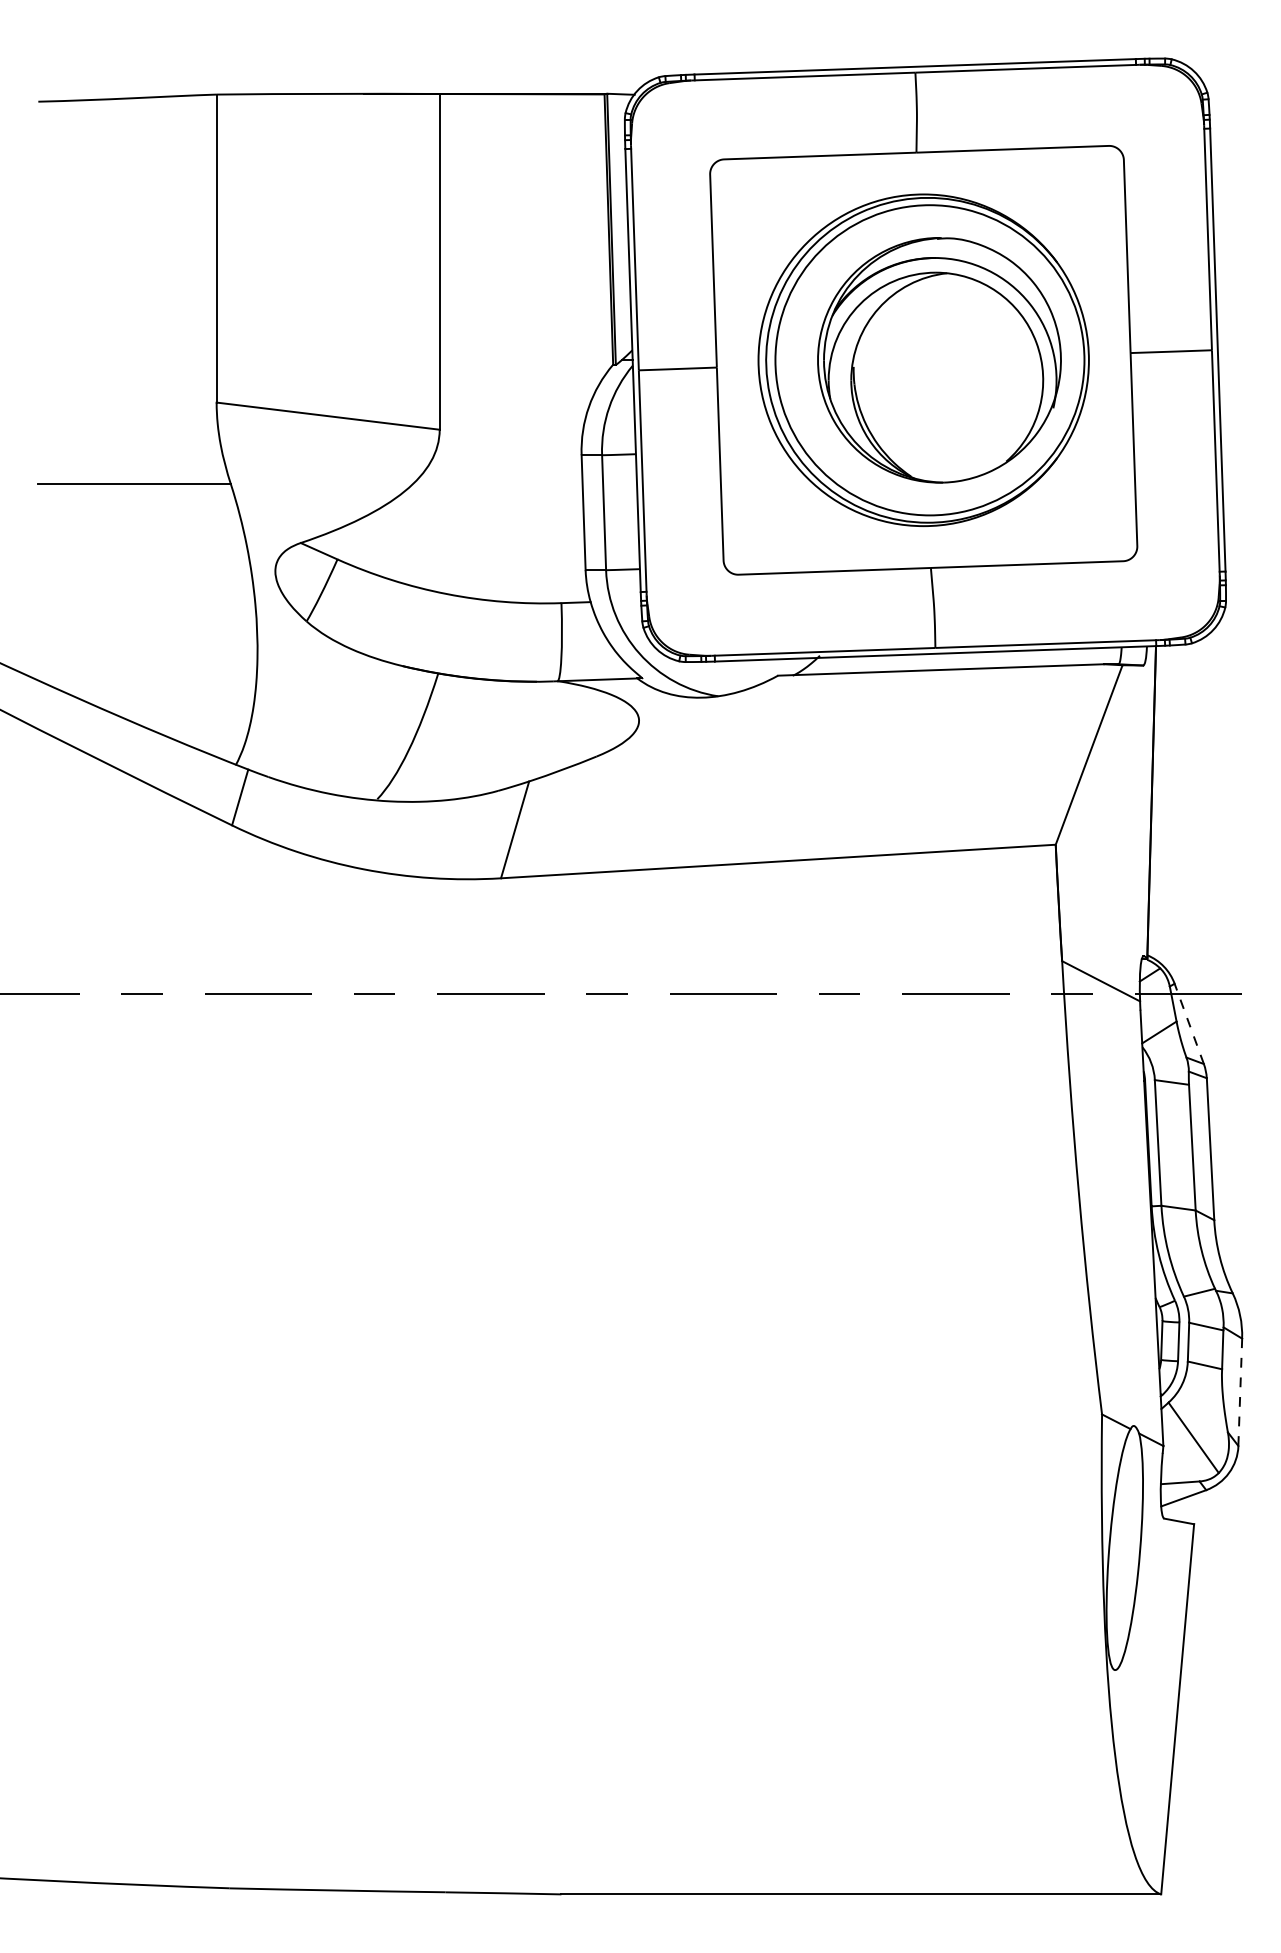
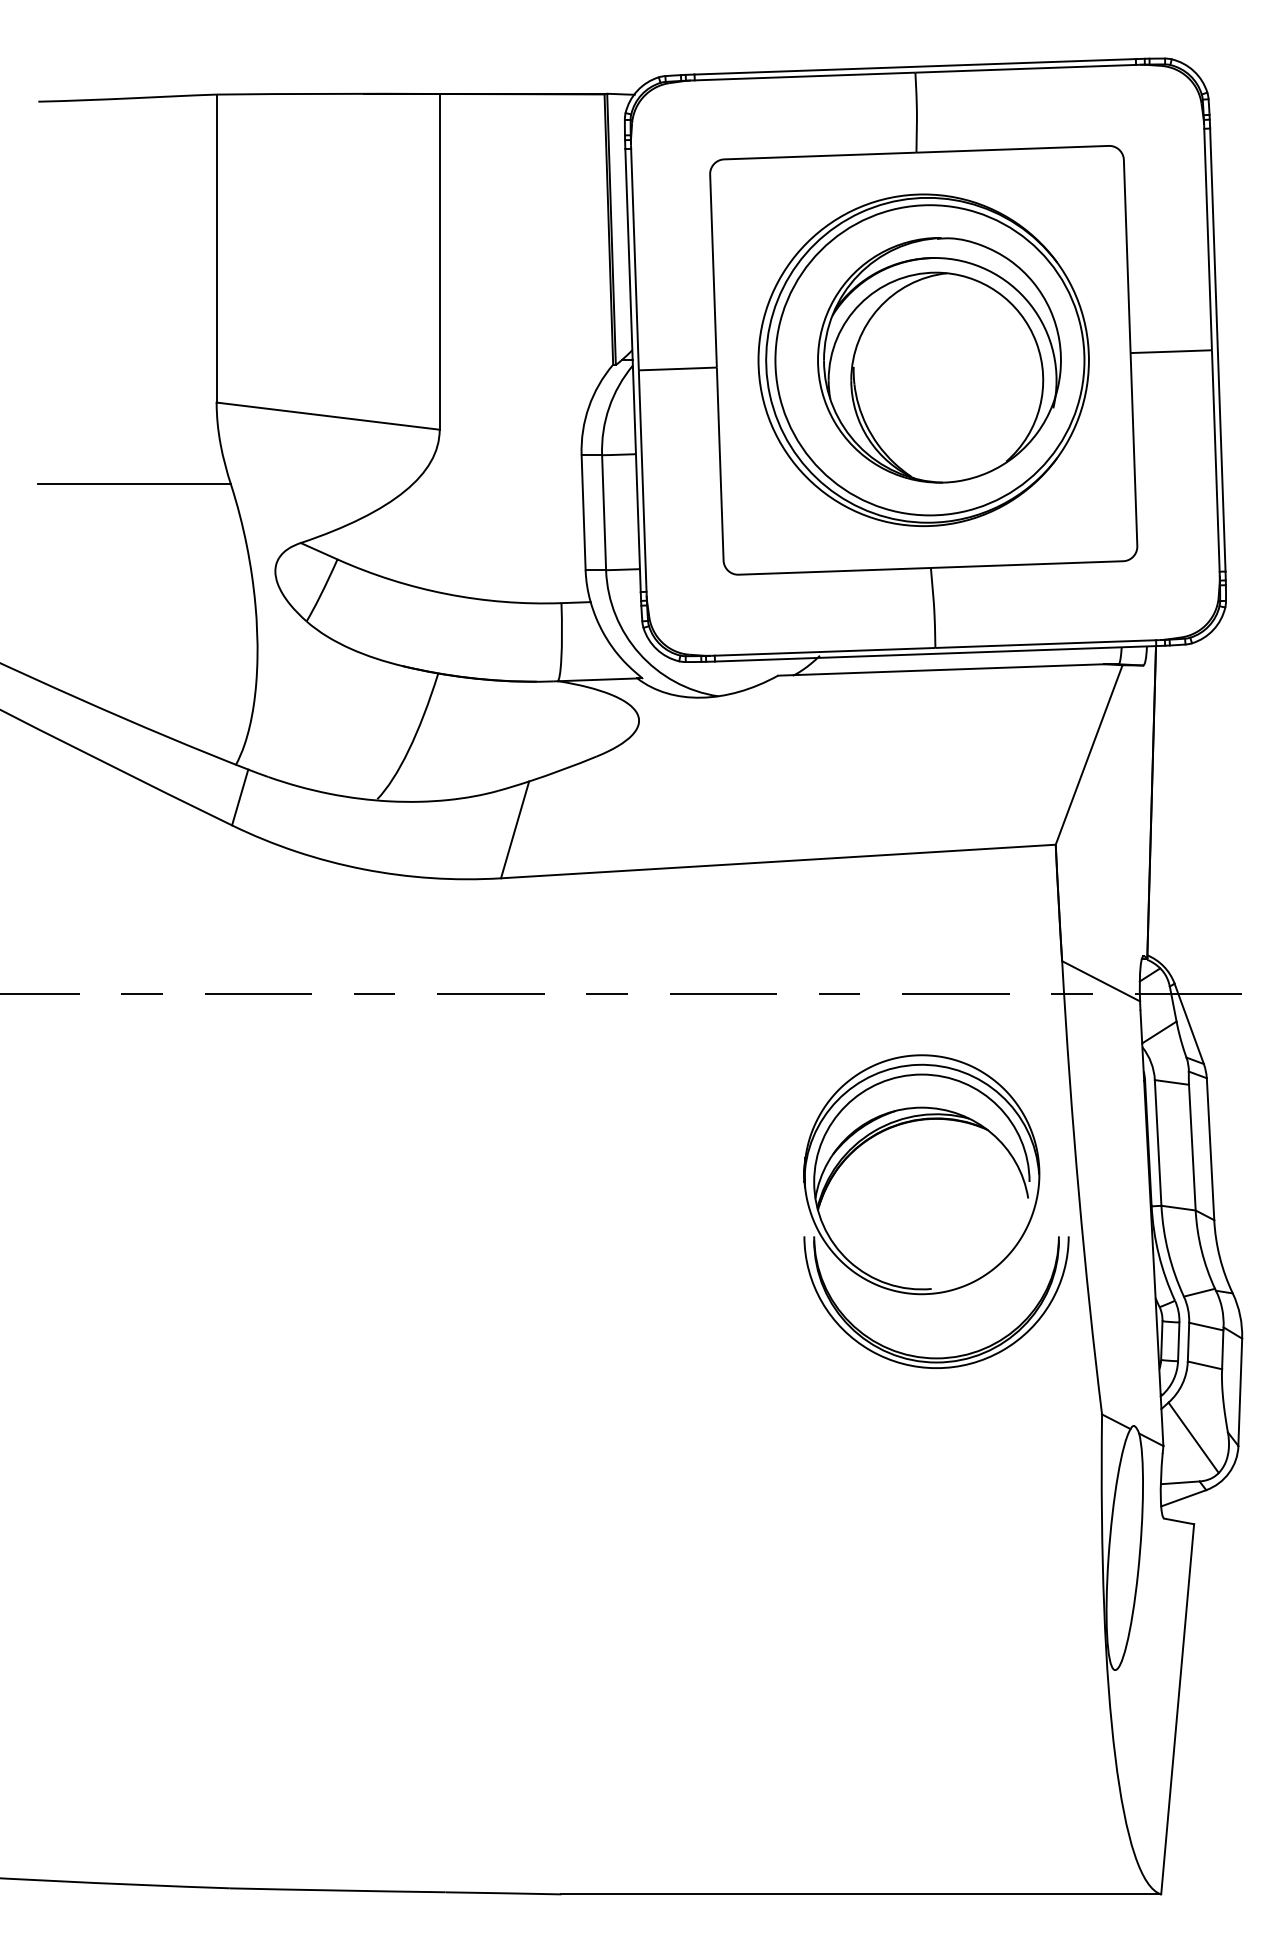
line at (1189, 1023): dashed -> solid
part at (936, 1211): none -> present
line at (1240, 1392): dashed -> solid
